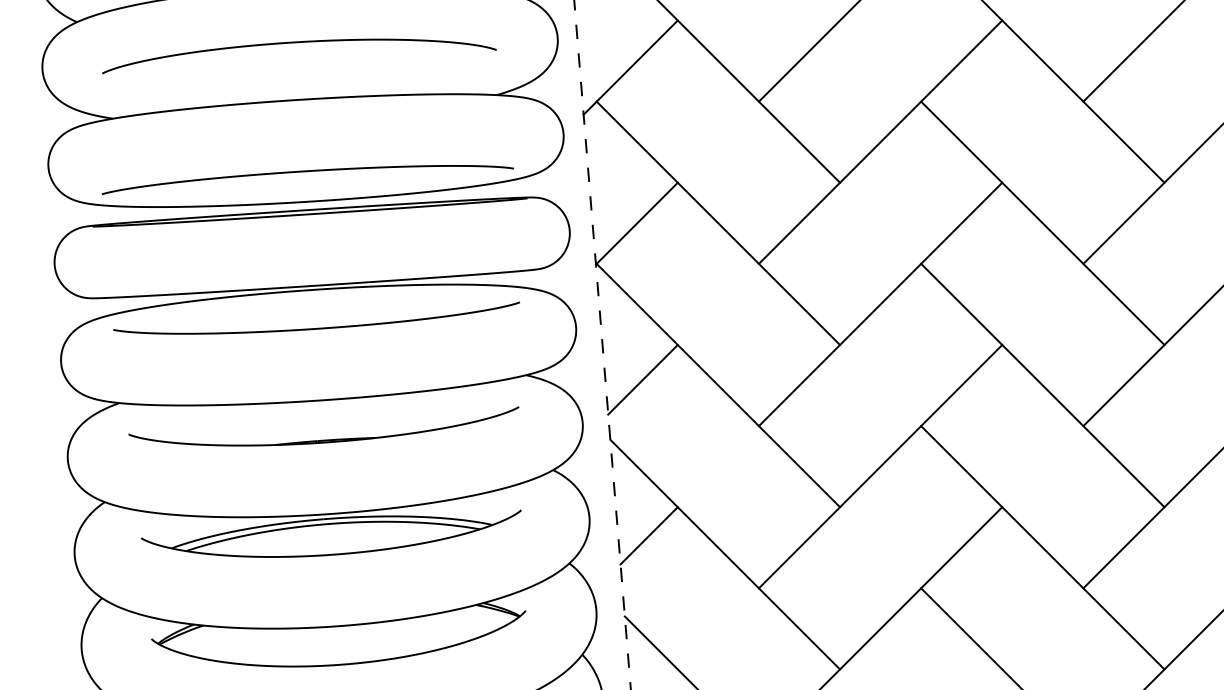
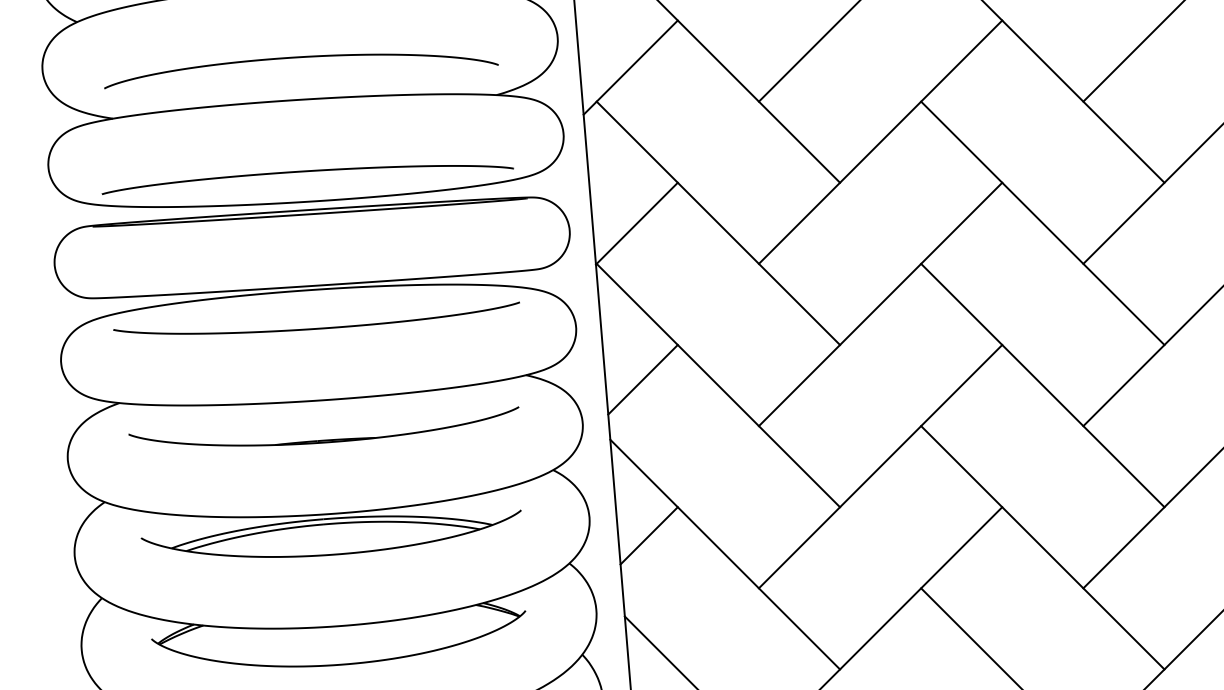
curve at (298, 43) position: (298, 43) -> (300, 58)
line at (602, 344): dashed -> solid
